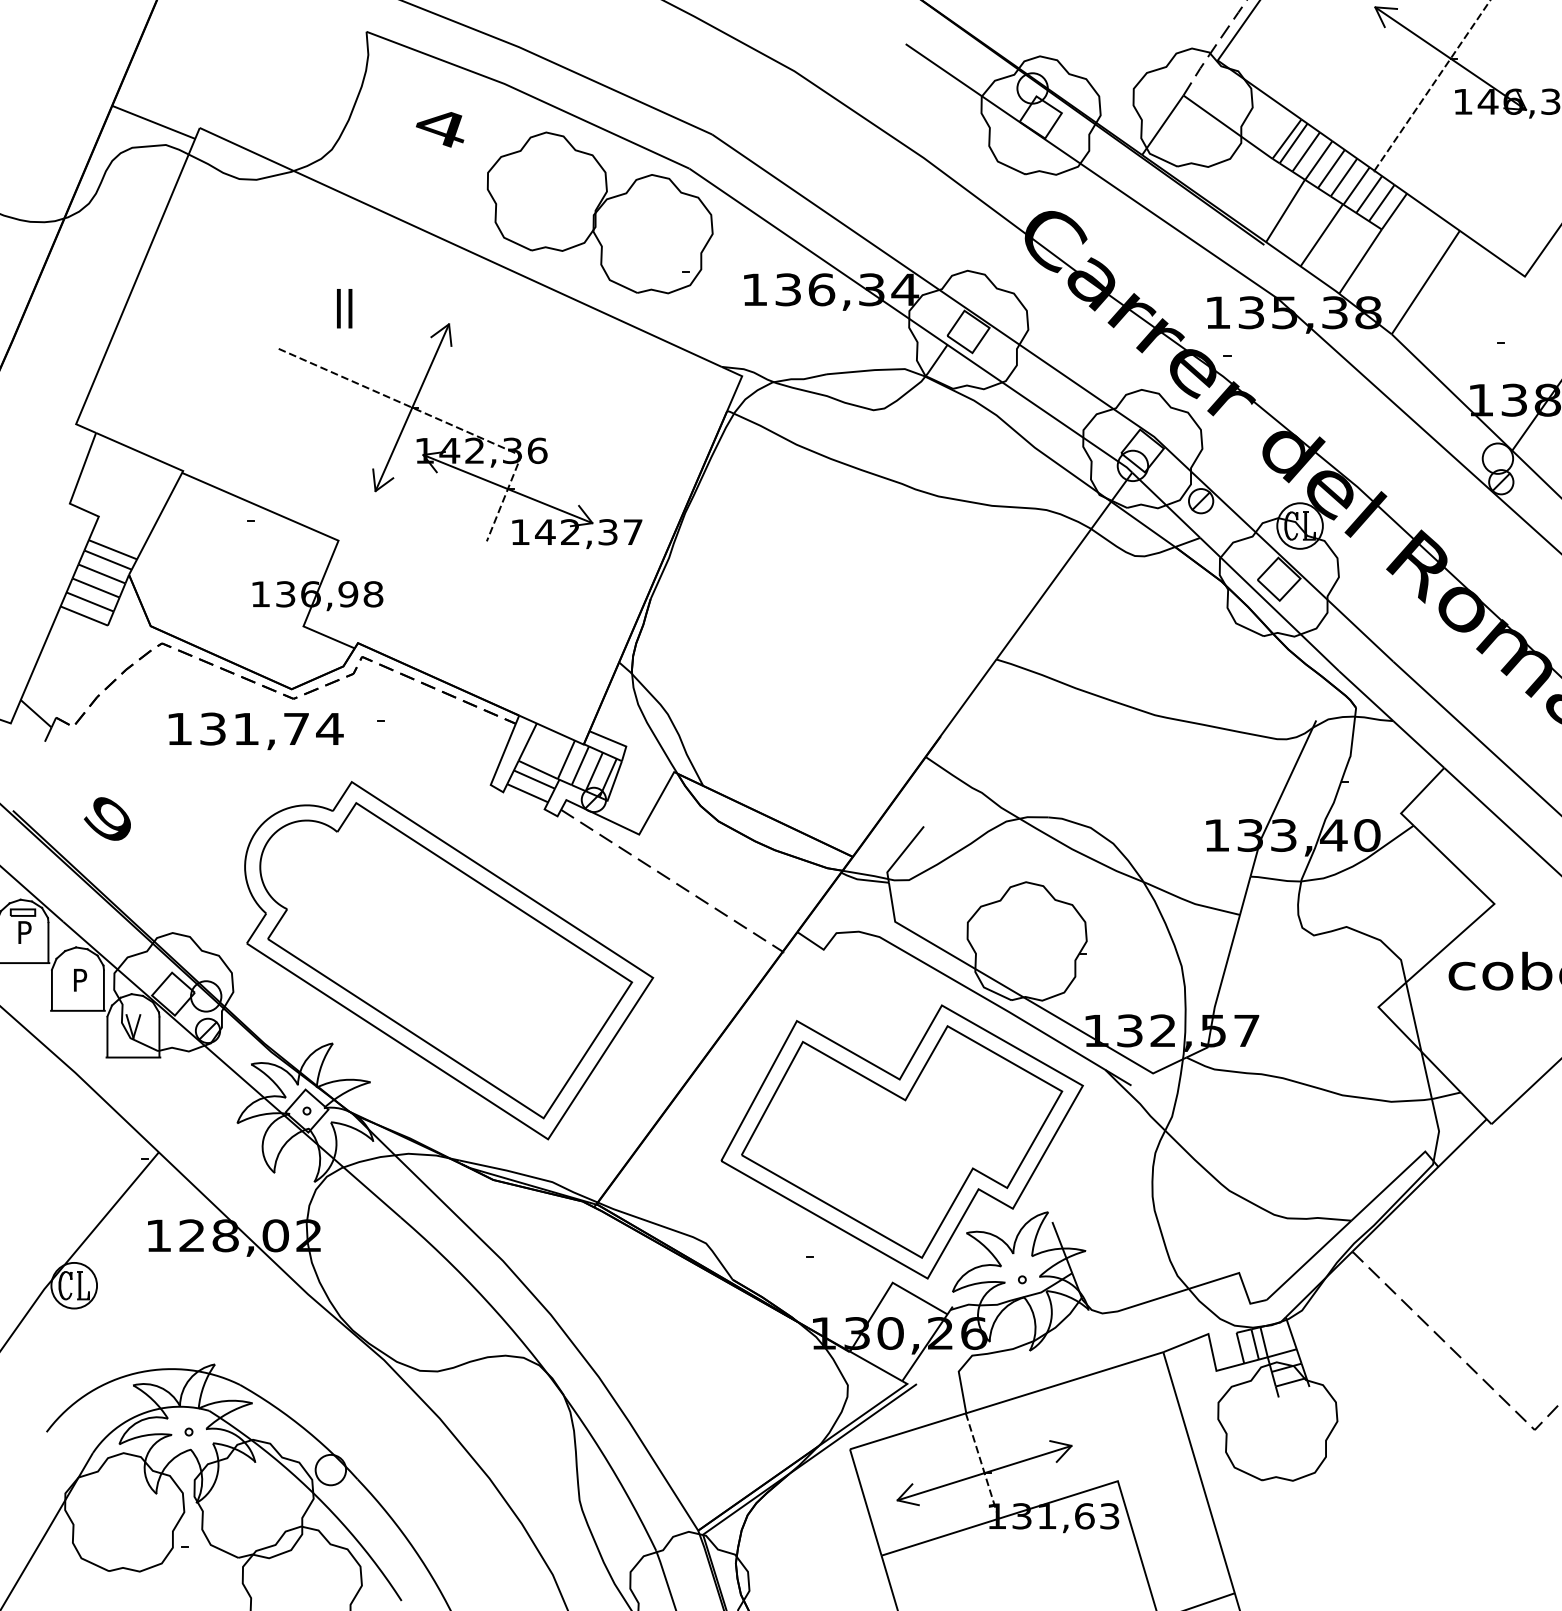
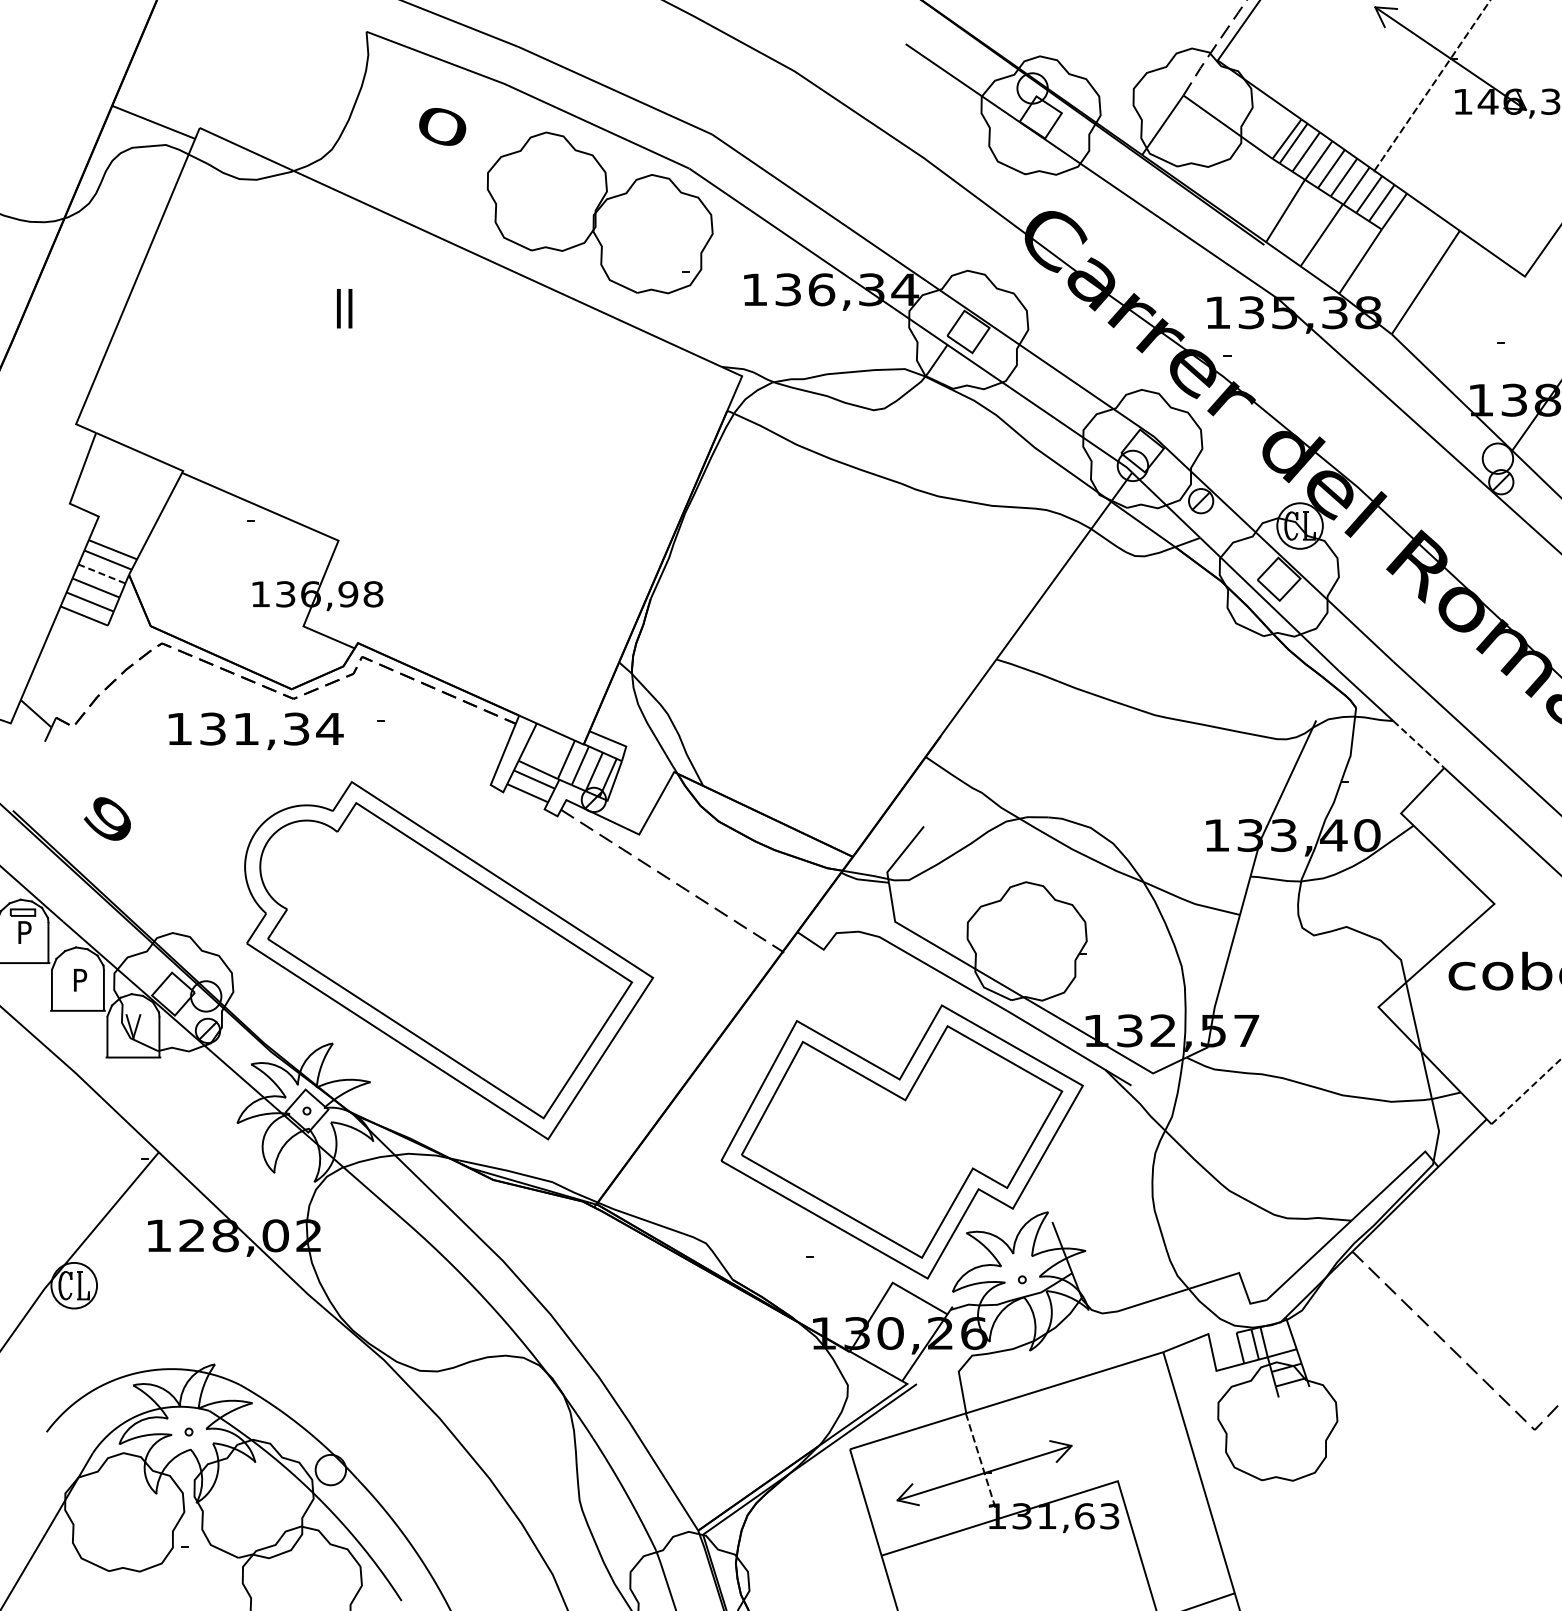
text at (440, 127): 4 -> 0
part at (460, 435): present -> none
line at (101, 573): solid -> dashed
text at (296, 728): 131,74 -> 131,34
line at (1418, 744): solid -> dashed
line at (1526, 1091): solid -> dashed
